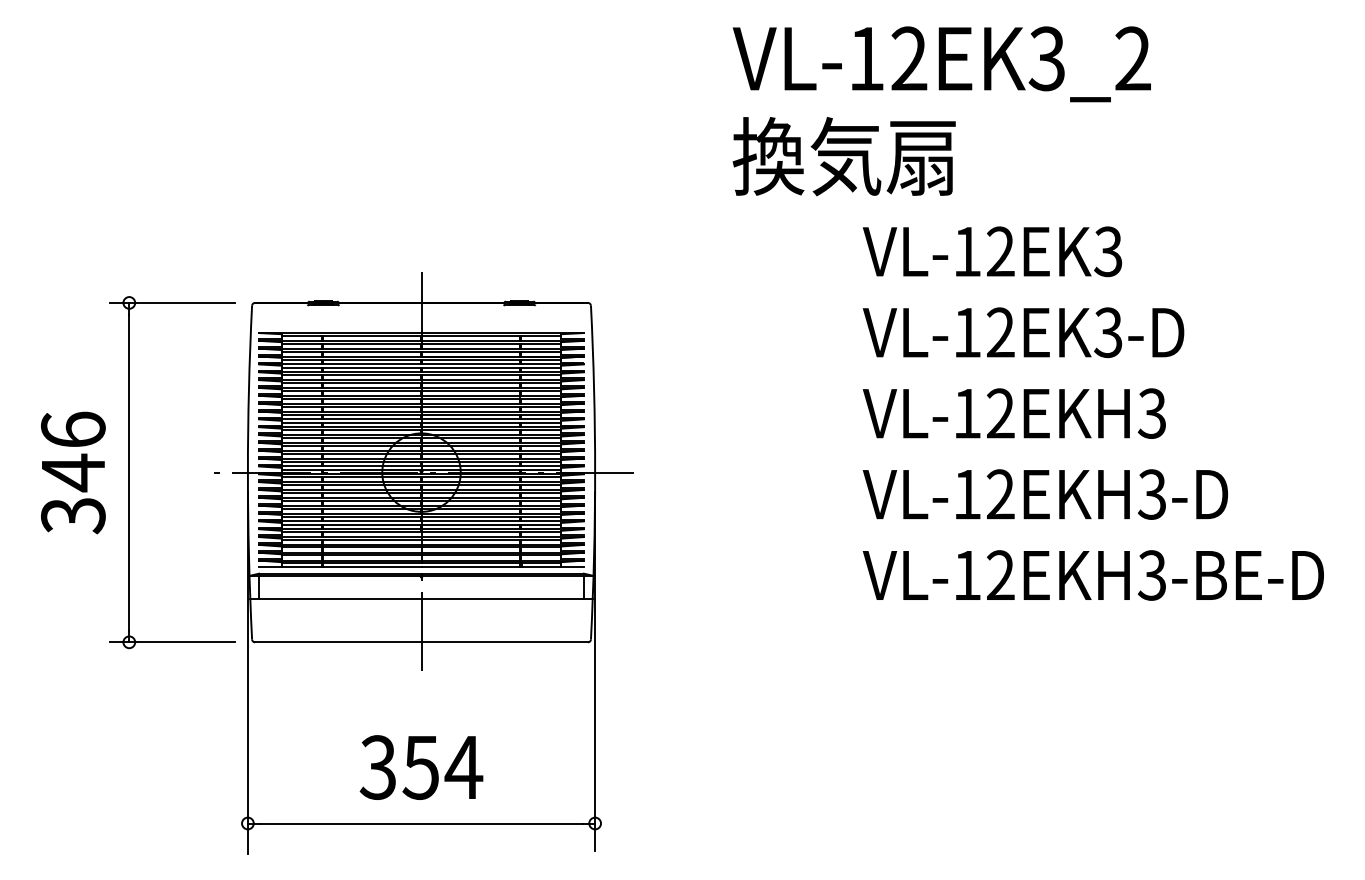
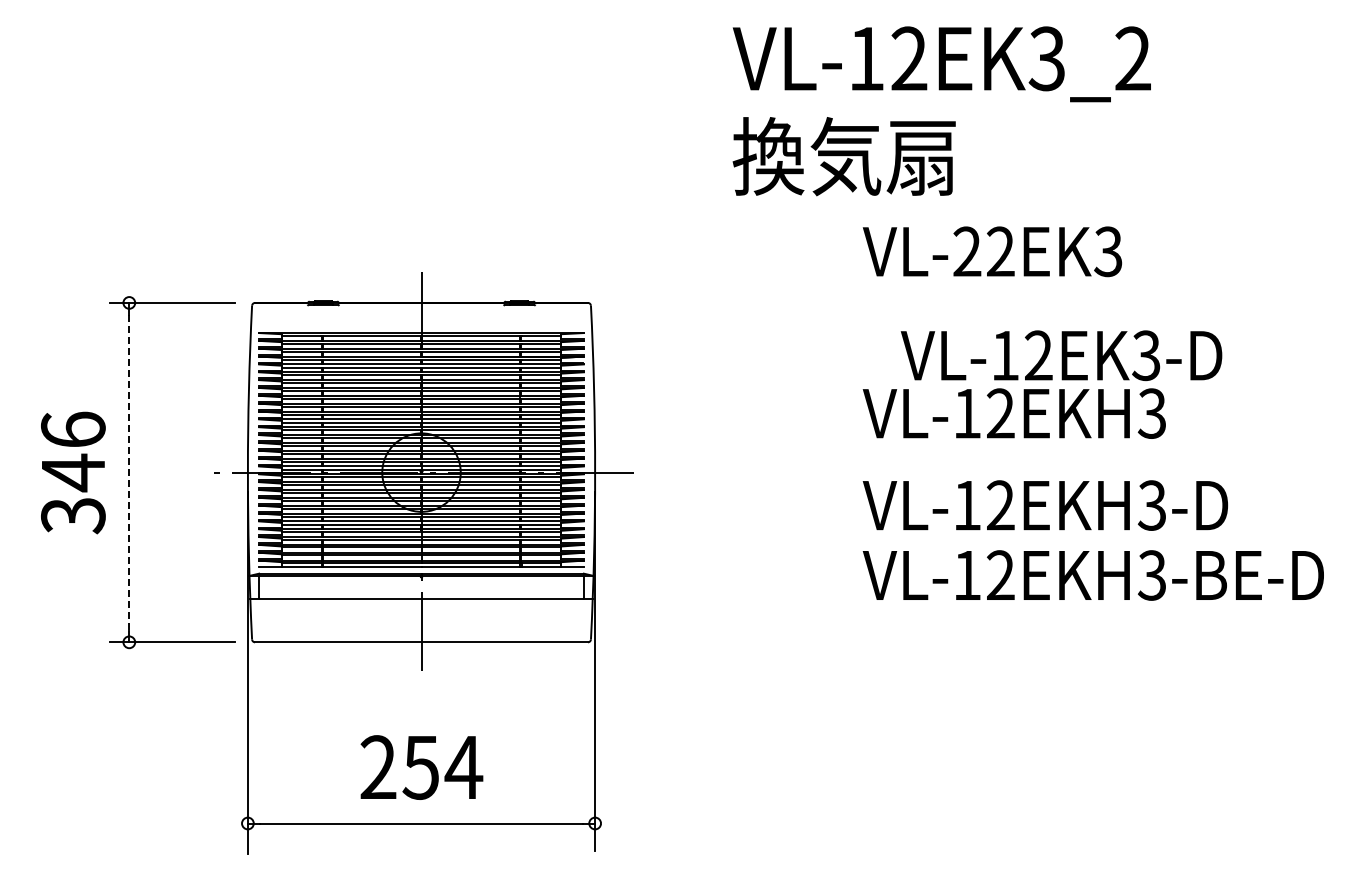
text at (967, 251): VL-12EK3 -> VL-22EK3
text at (1023, 332) position: (1023, 332) -> (1061, 355)
line at (129, 472): solid -> dashed
text at (1045, 494) position: (1045, 494) -> (1045, 505)
text at (377, 767): 354 -> 254
